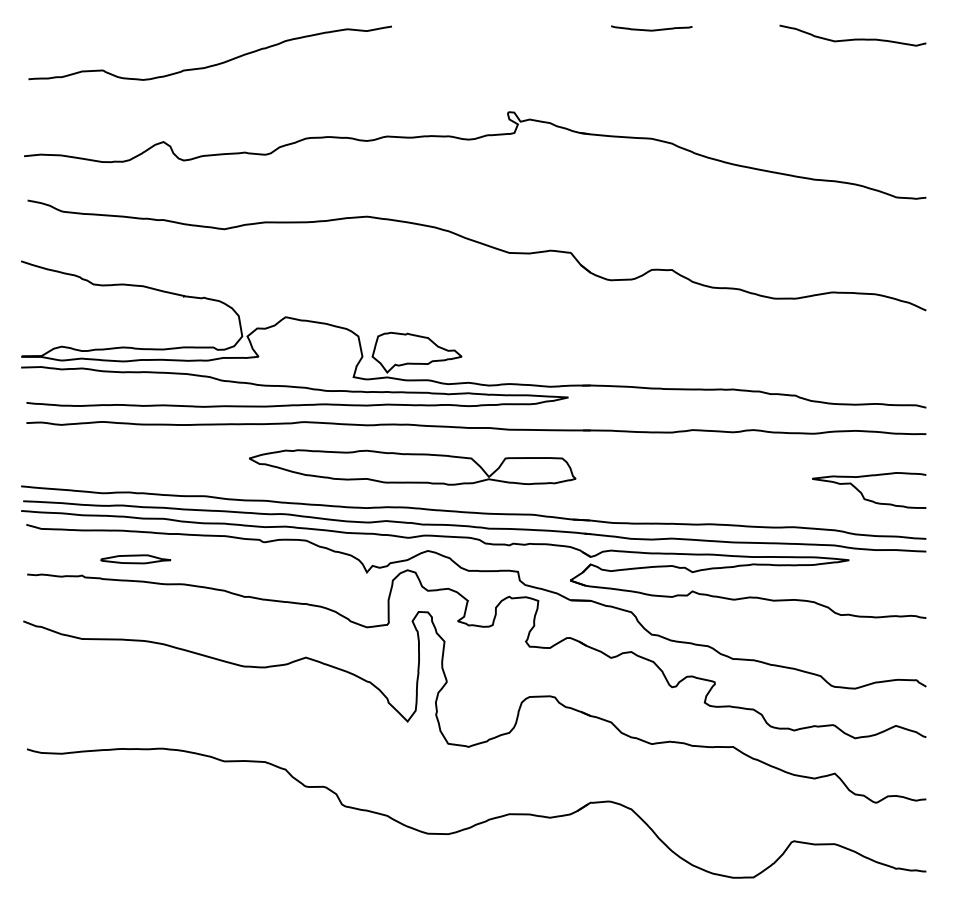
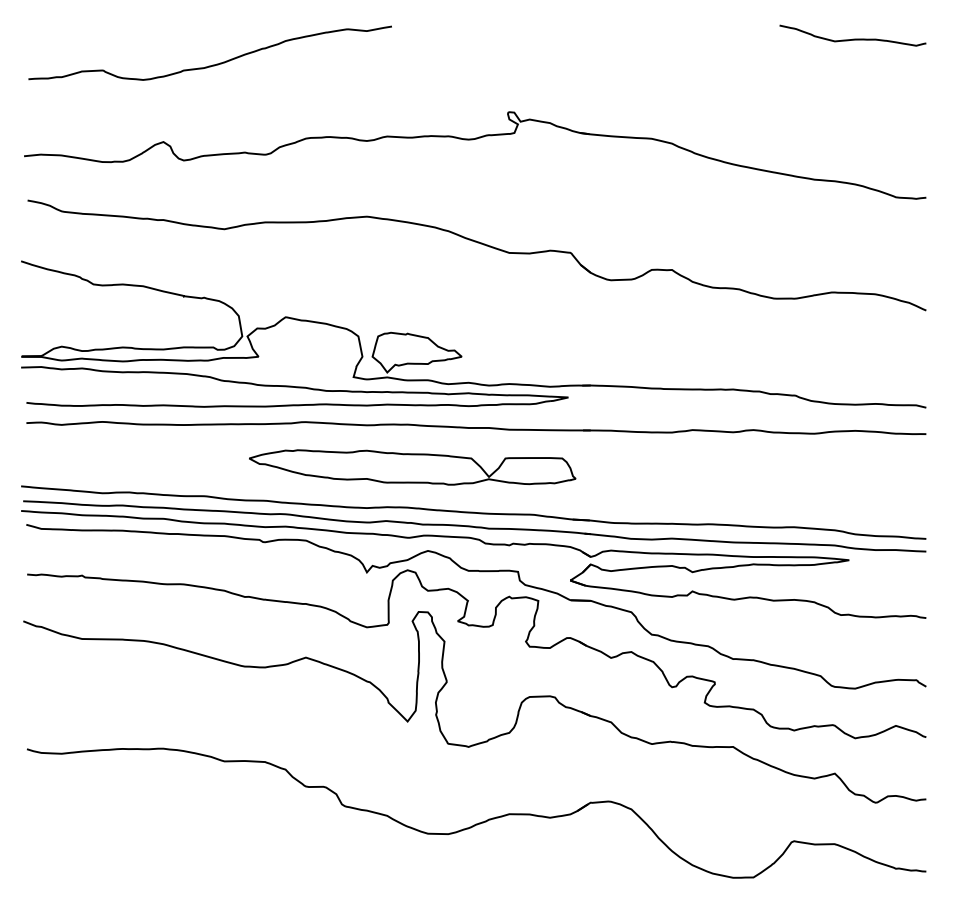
curve at (651, 29): present -> none
curve at (863, 494): present -> none
part at (135, 559): present -> none
